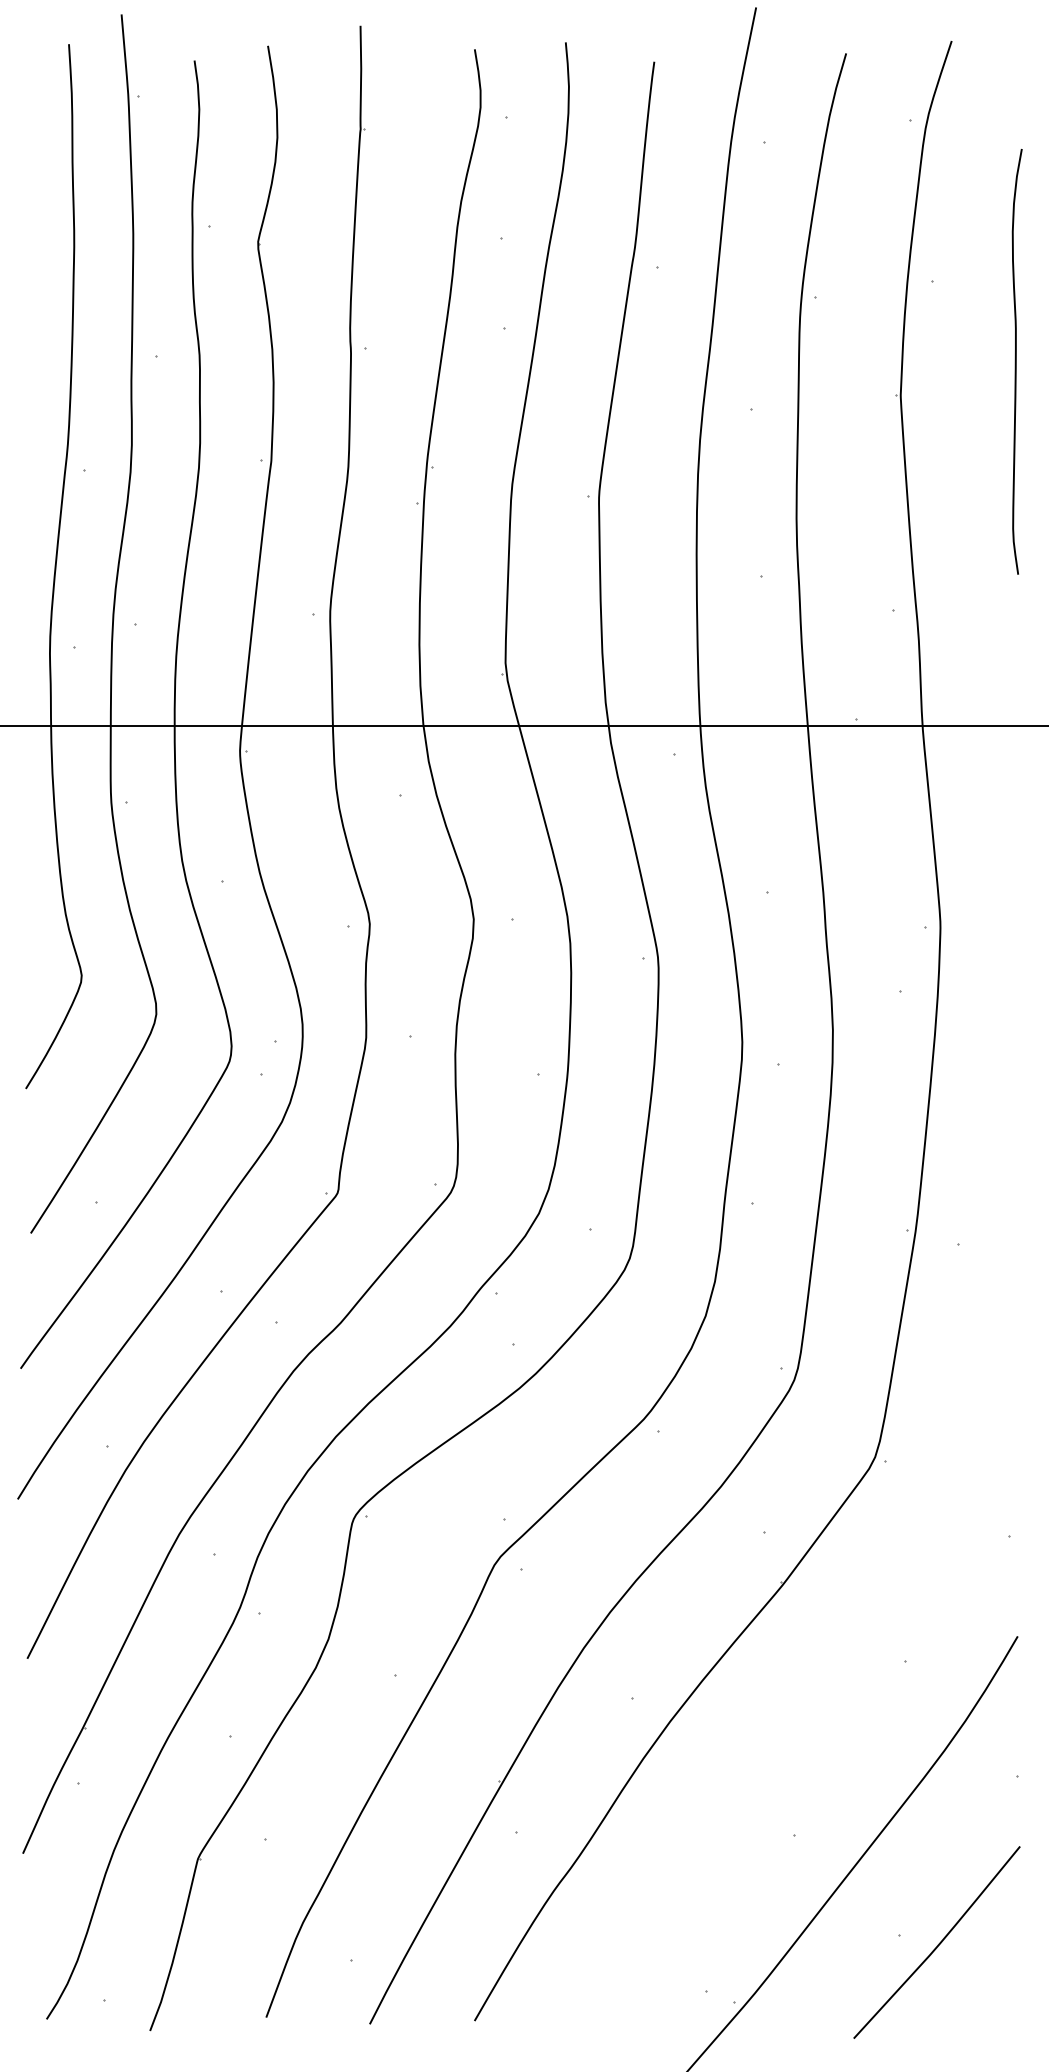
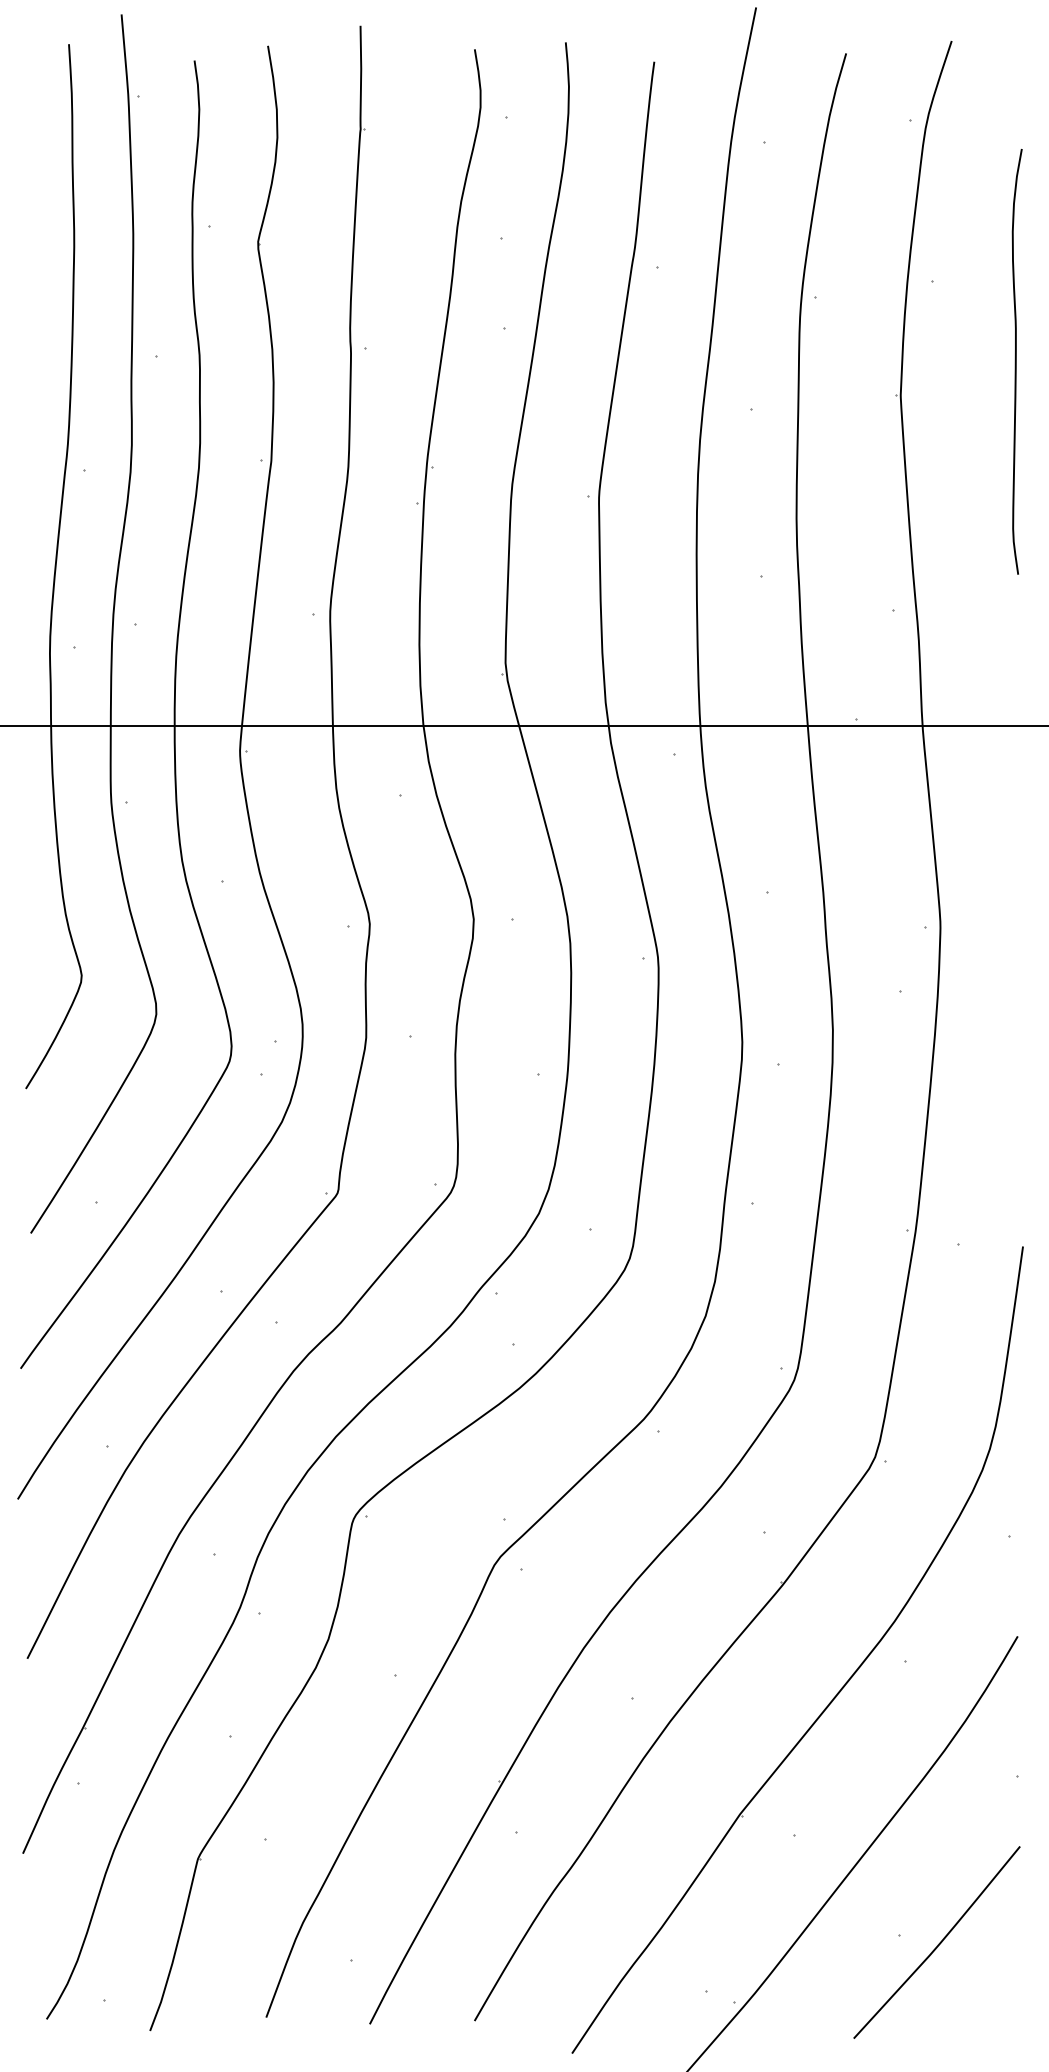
part at (841, 1687): none -> present
